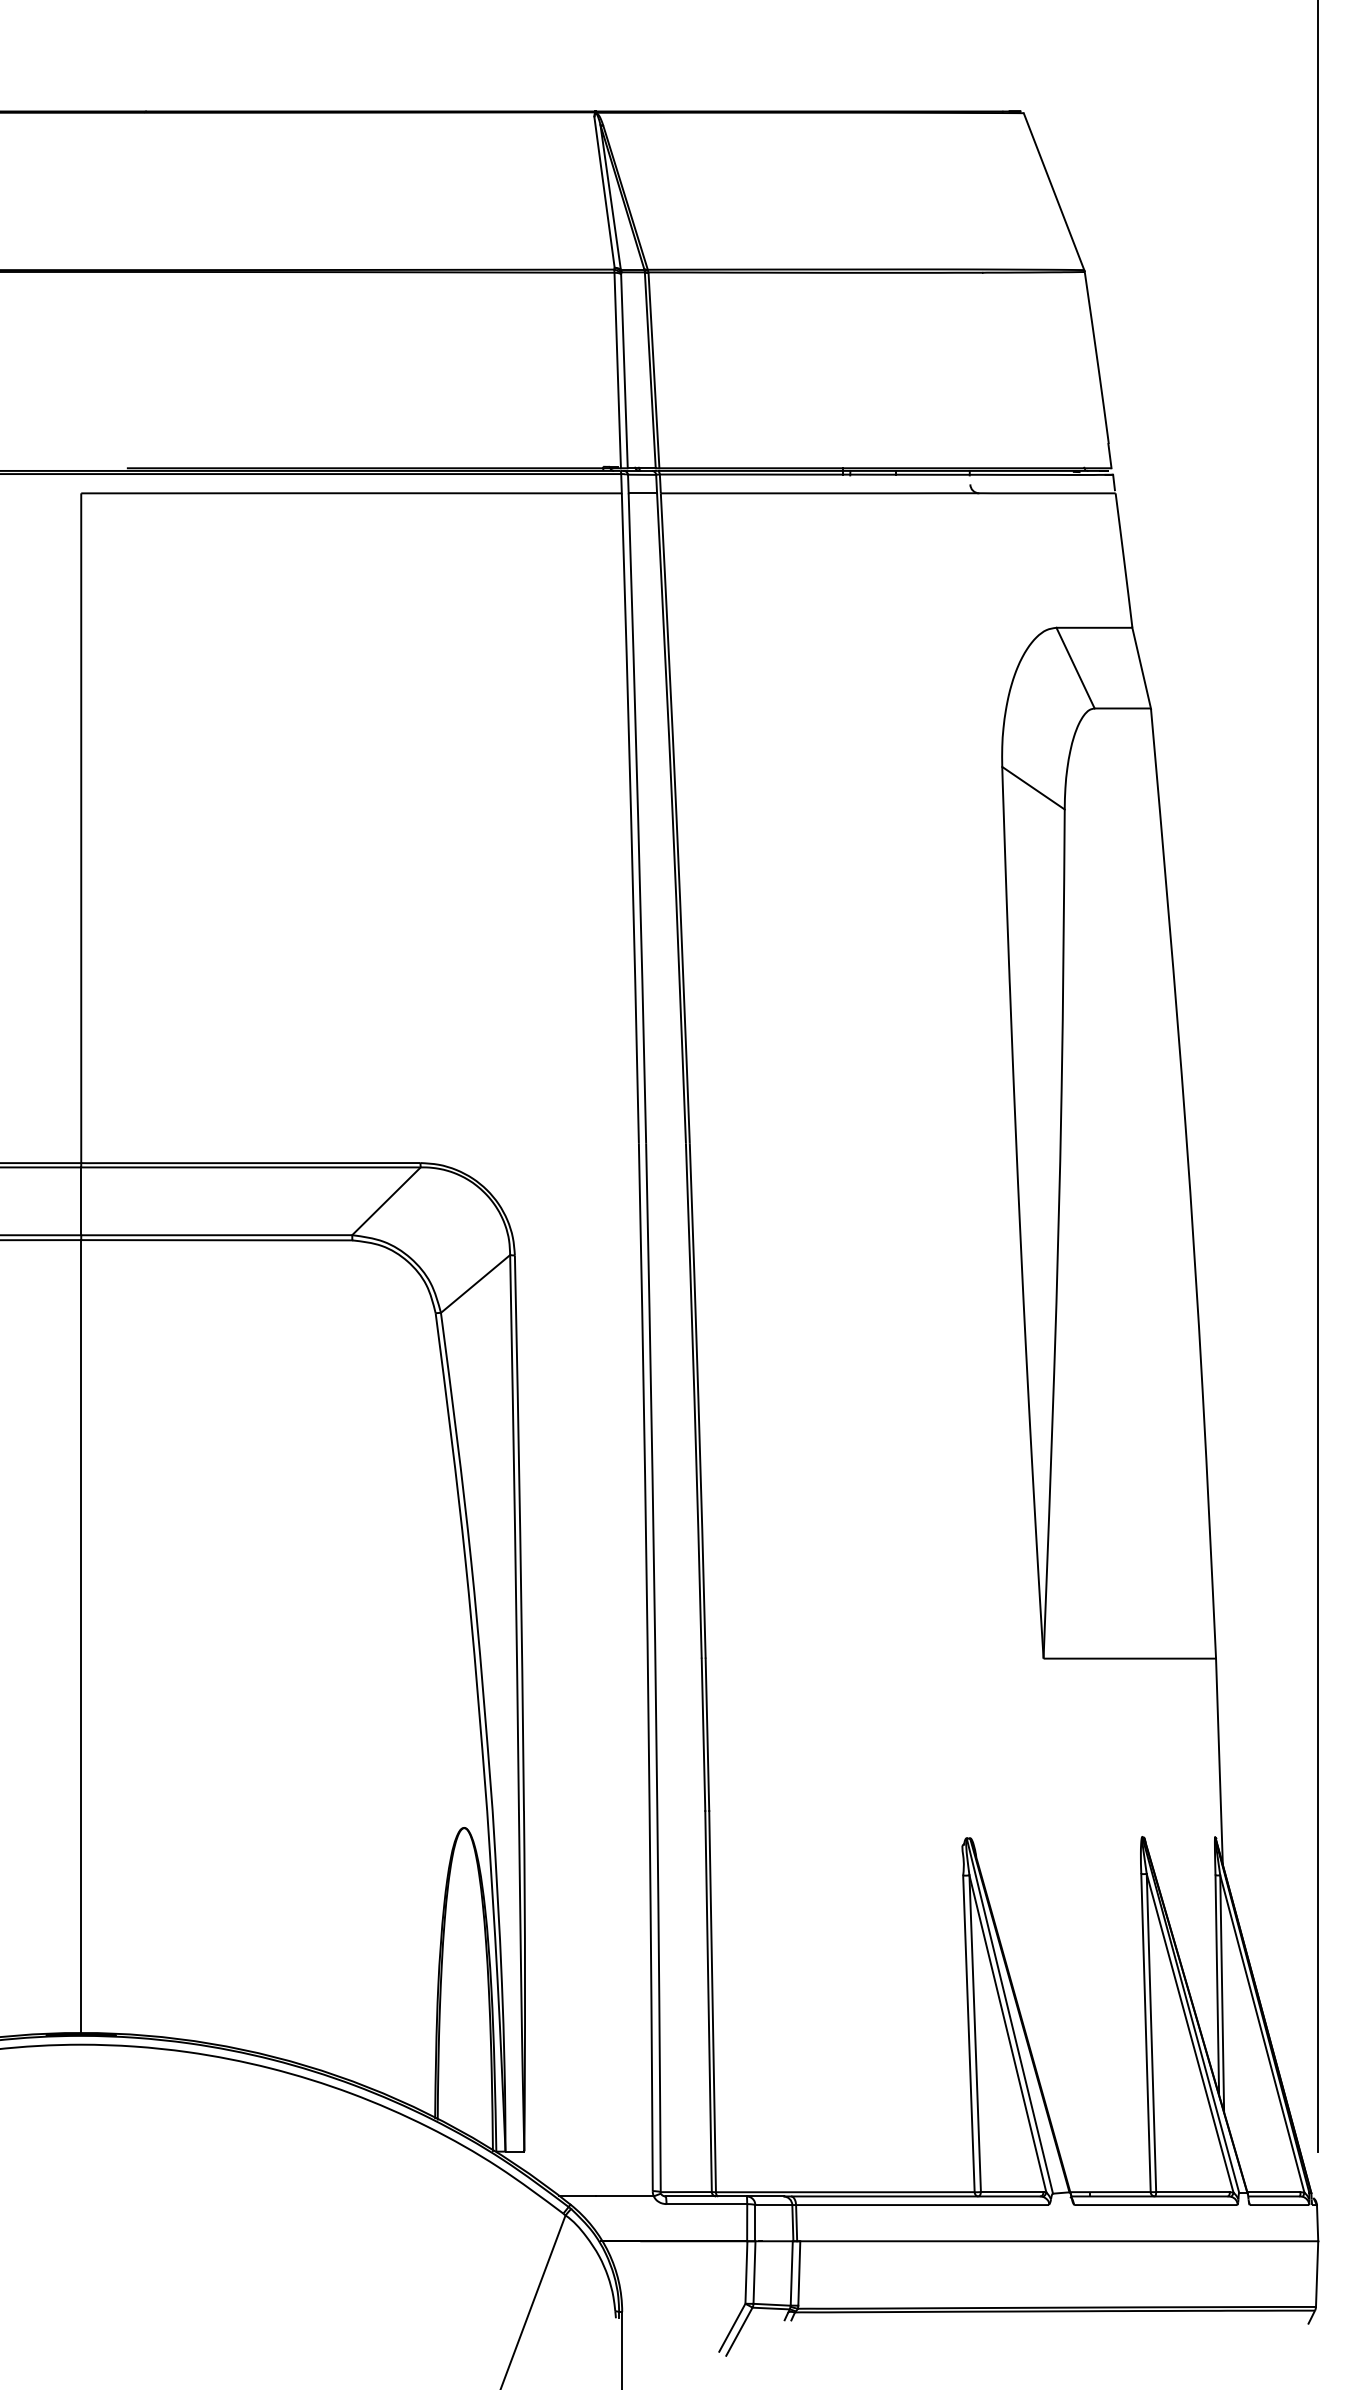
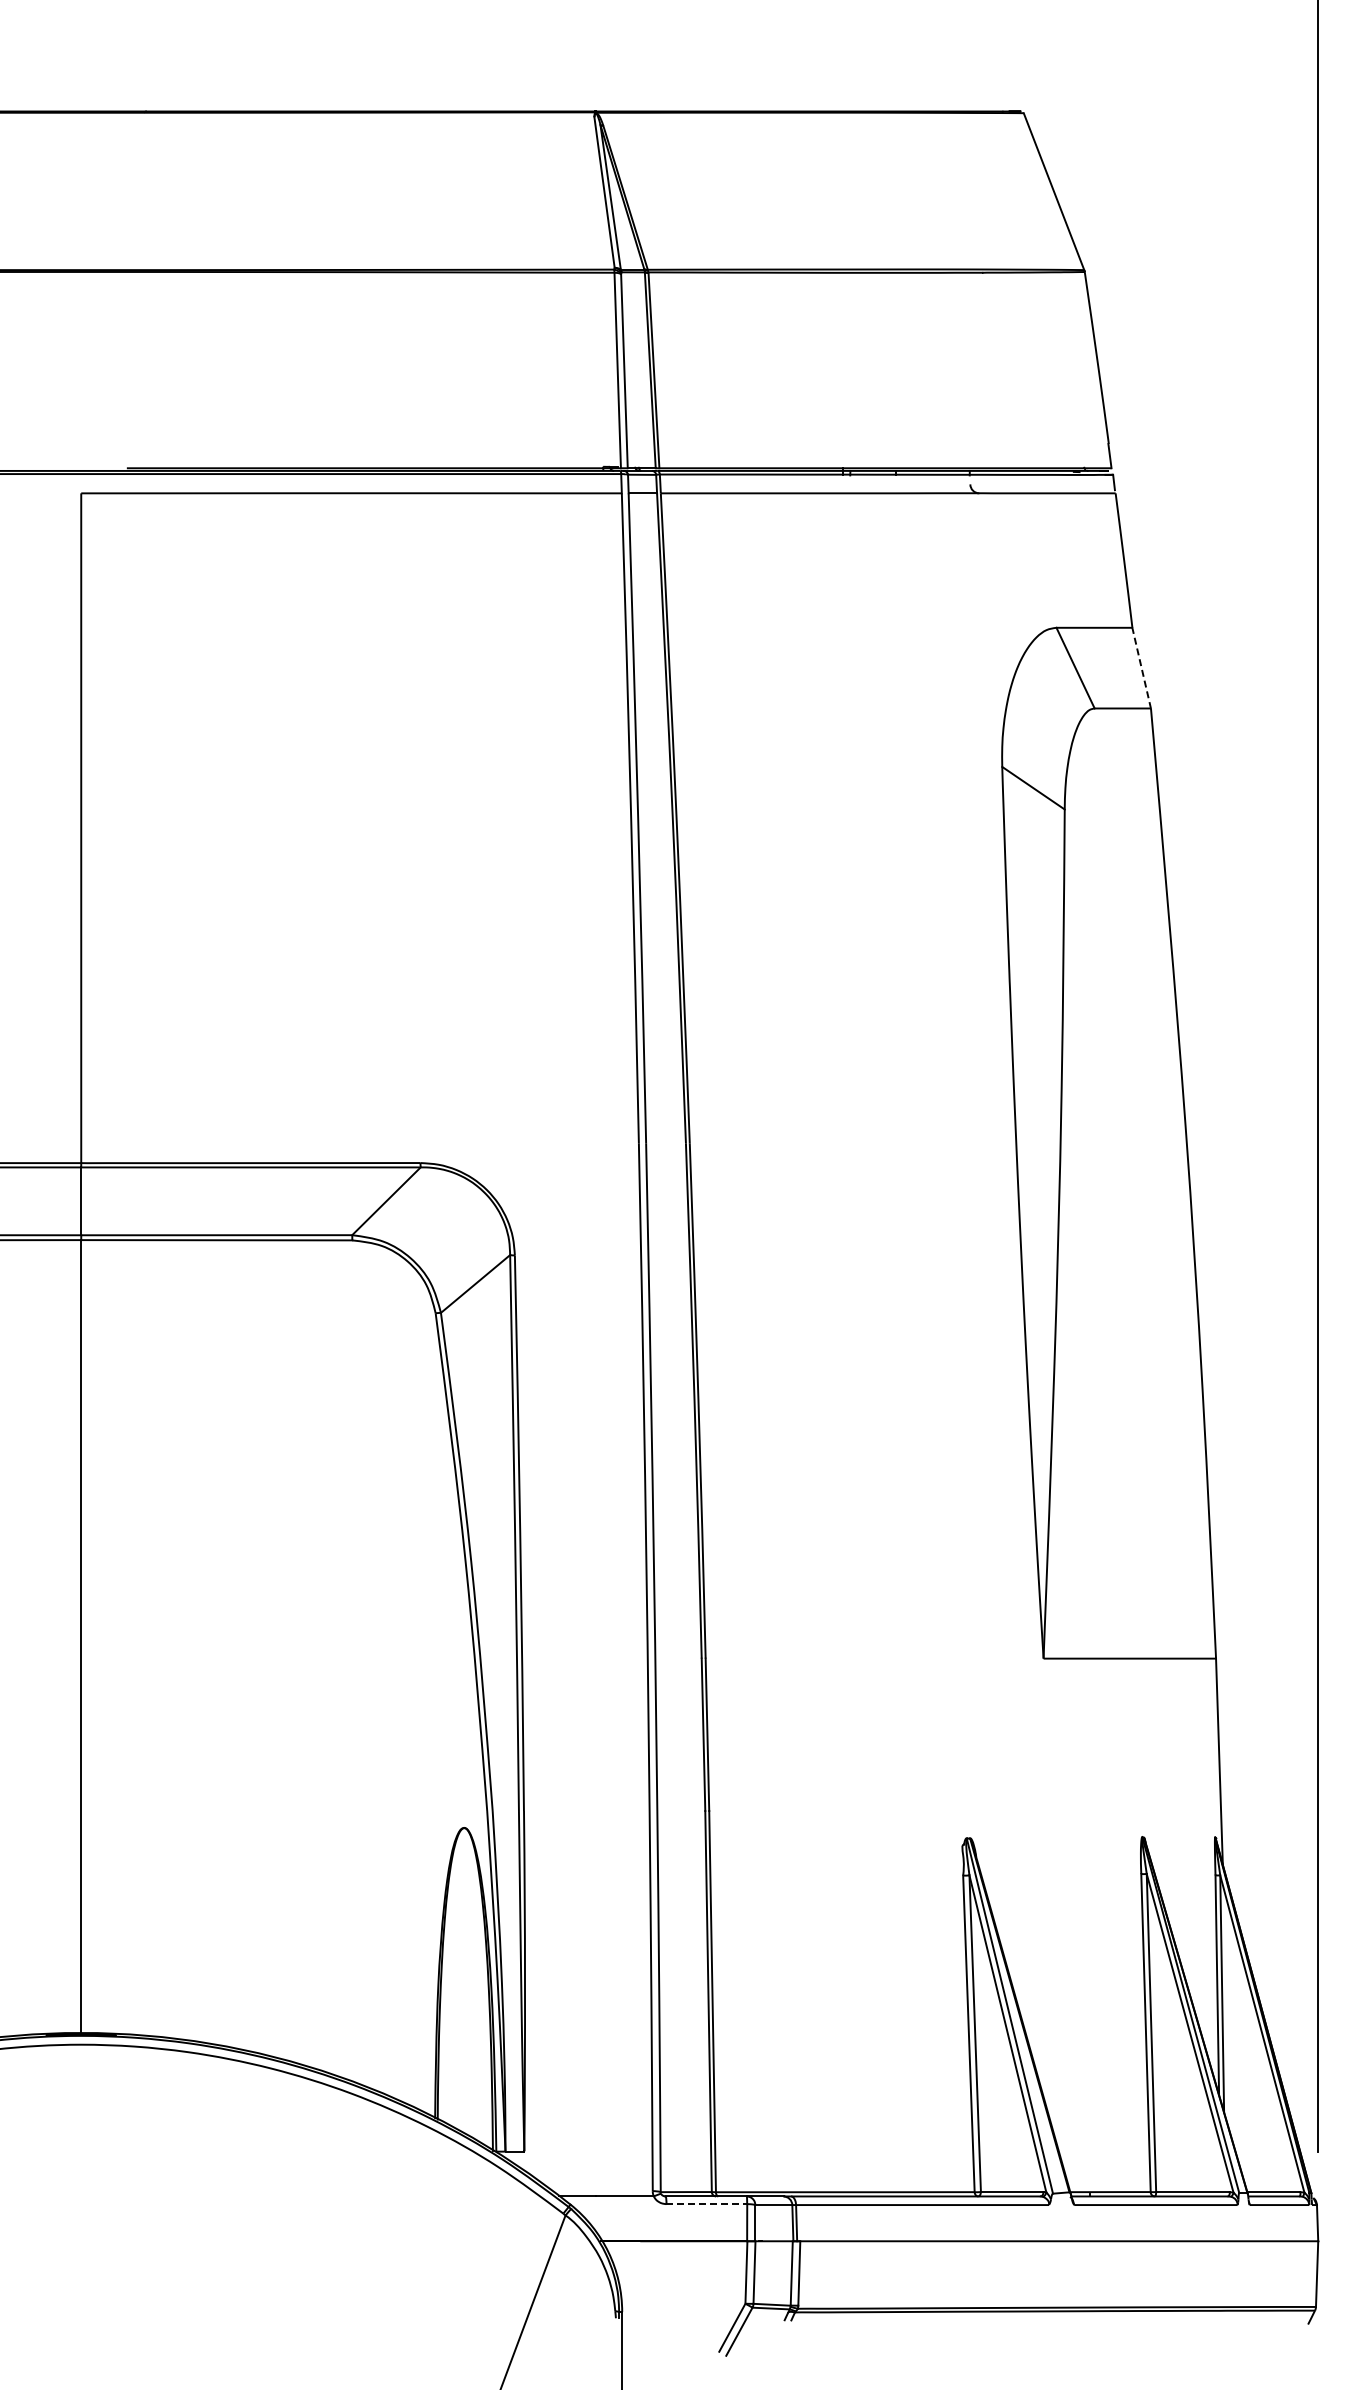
line at (1141, 668): solid -> dashed
line at (707, 2204): solid -> dashed
